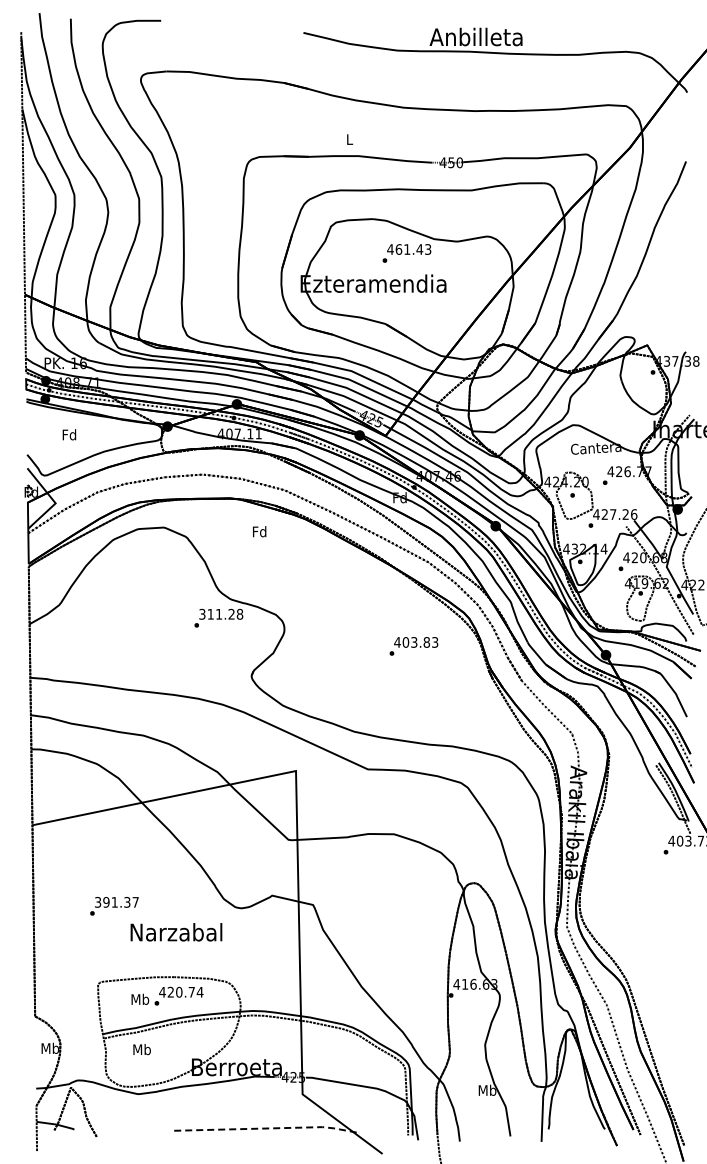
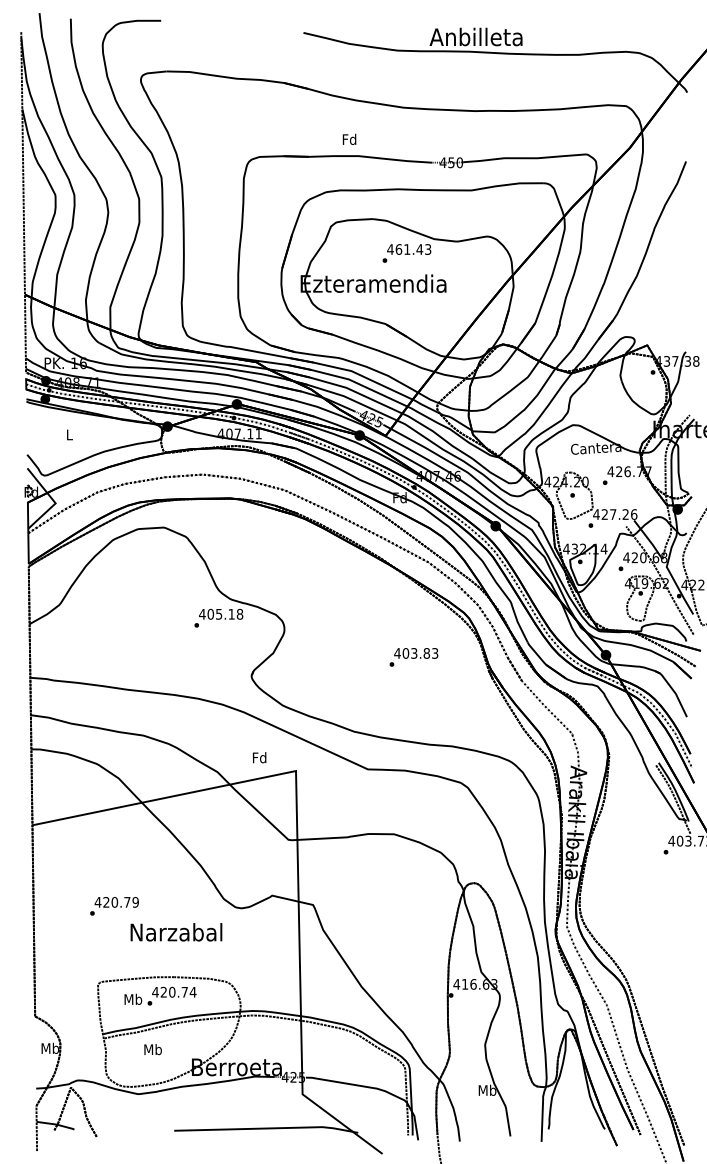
text at (349, 138): L -> Fd
text at (69, 434): Fd -> L
text at (259, 531) position: (259, 531) -> (259, 757)
text at (216, 613): 311.28 -> 405.18
text at (413, 646) position: (413, 646) -> (413, 657)
text at (116, 901): 391.37 -> 420.79
text at (167, 995) position: (167, 995) -> (160, 995)
text at (141, 1049) position: (141, 1049) -> (152, 1049)
line at (267, 1128): dashed -> solid
